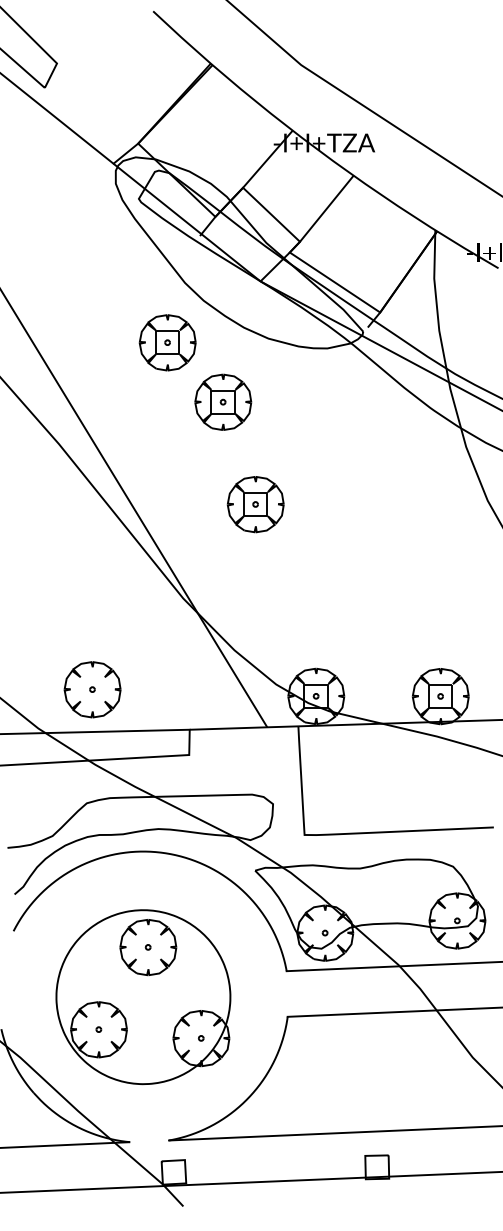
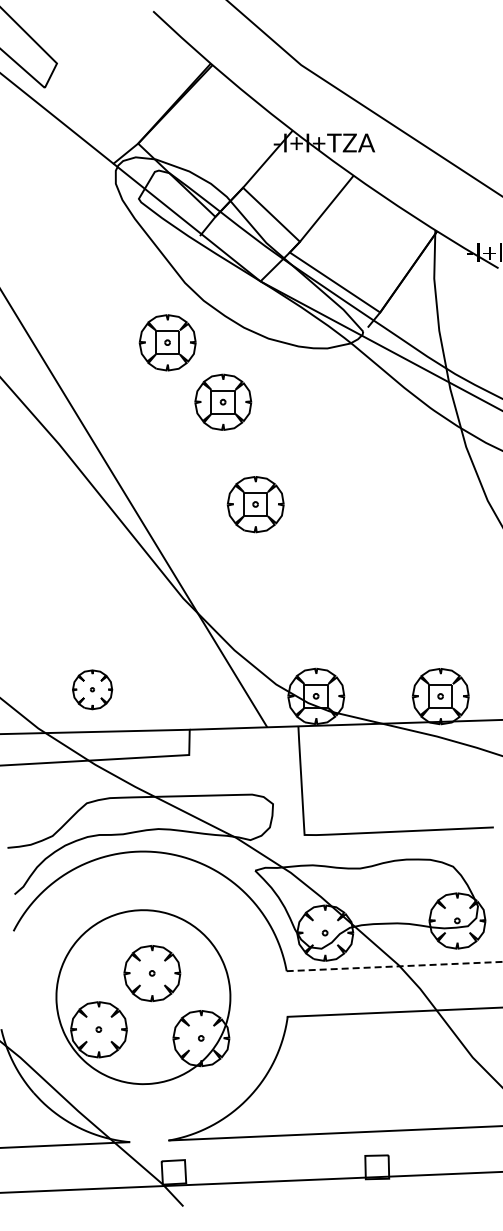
part at (92, 689) size: 59x58 px -> 42x42 px
part at (148, 947) position: (148, 947) -> (152, 973)
line at (394, 966): solid -> dashed
